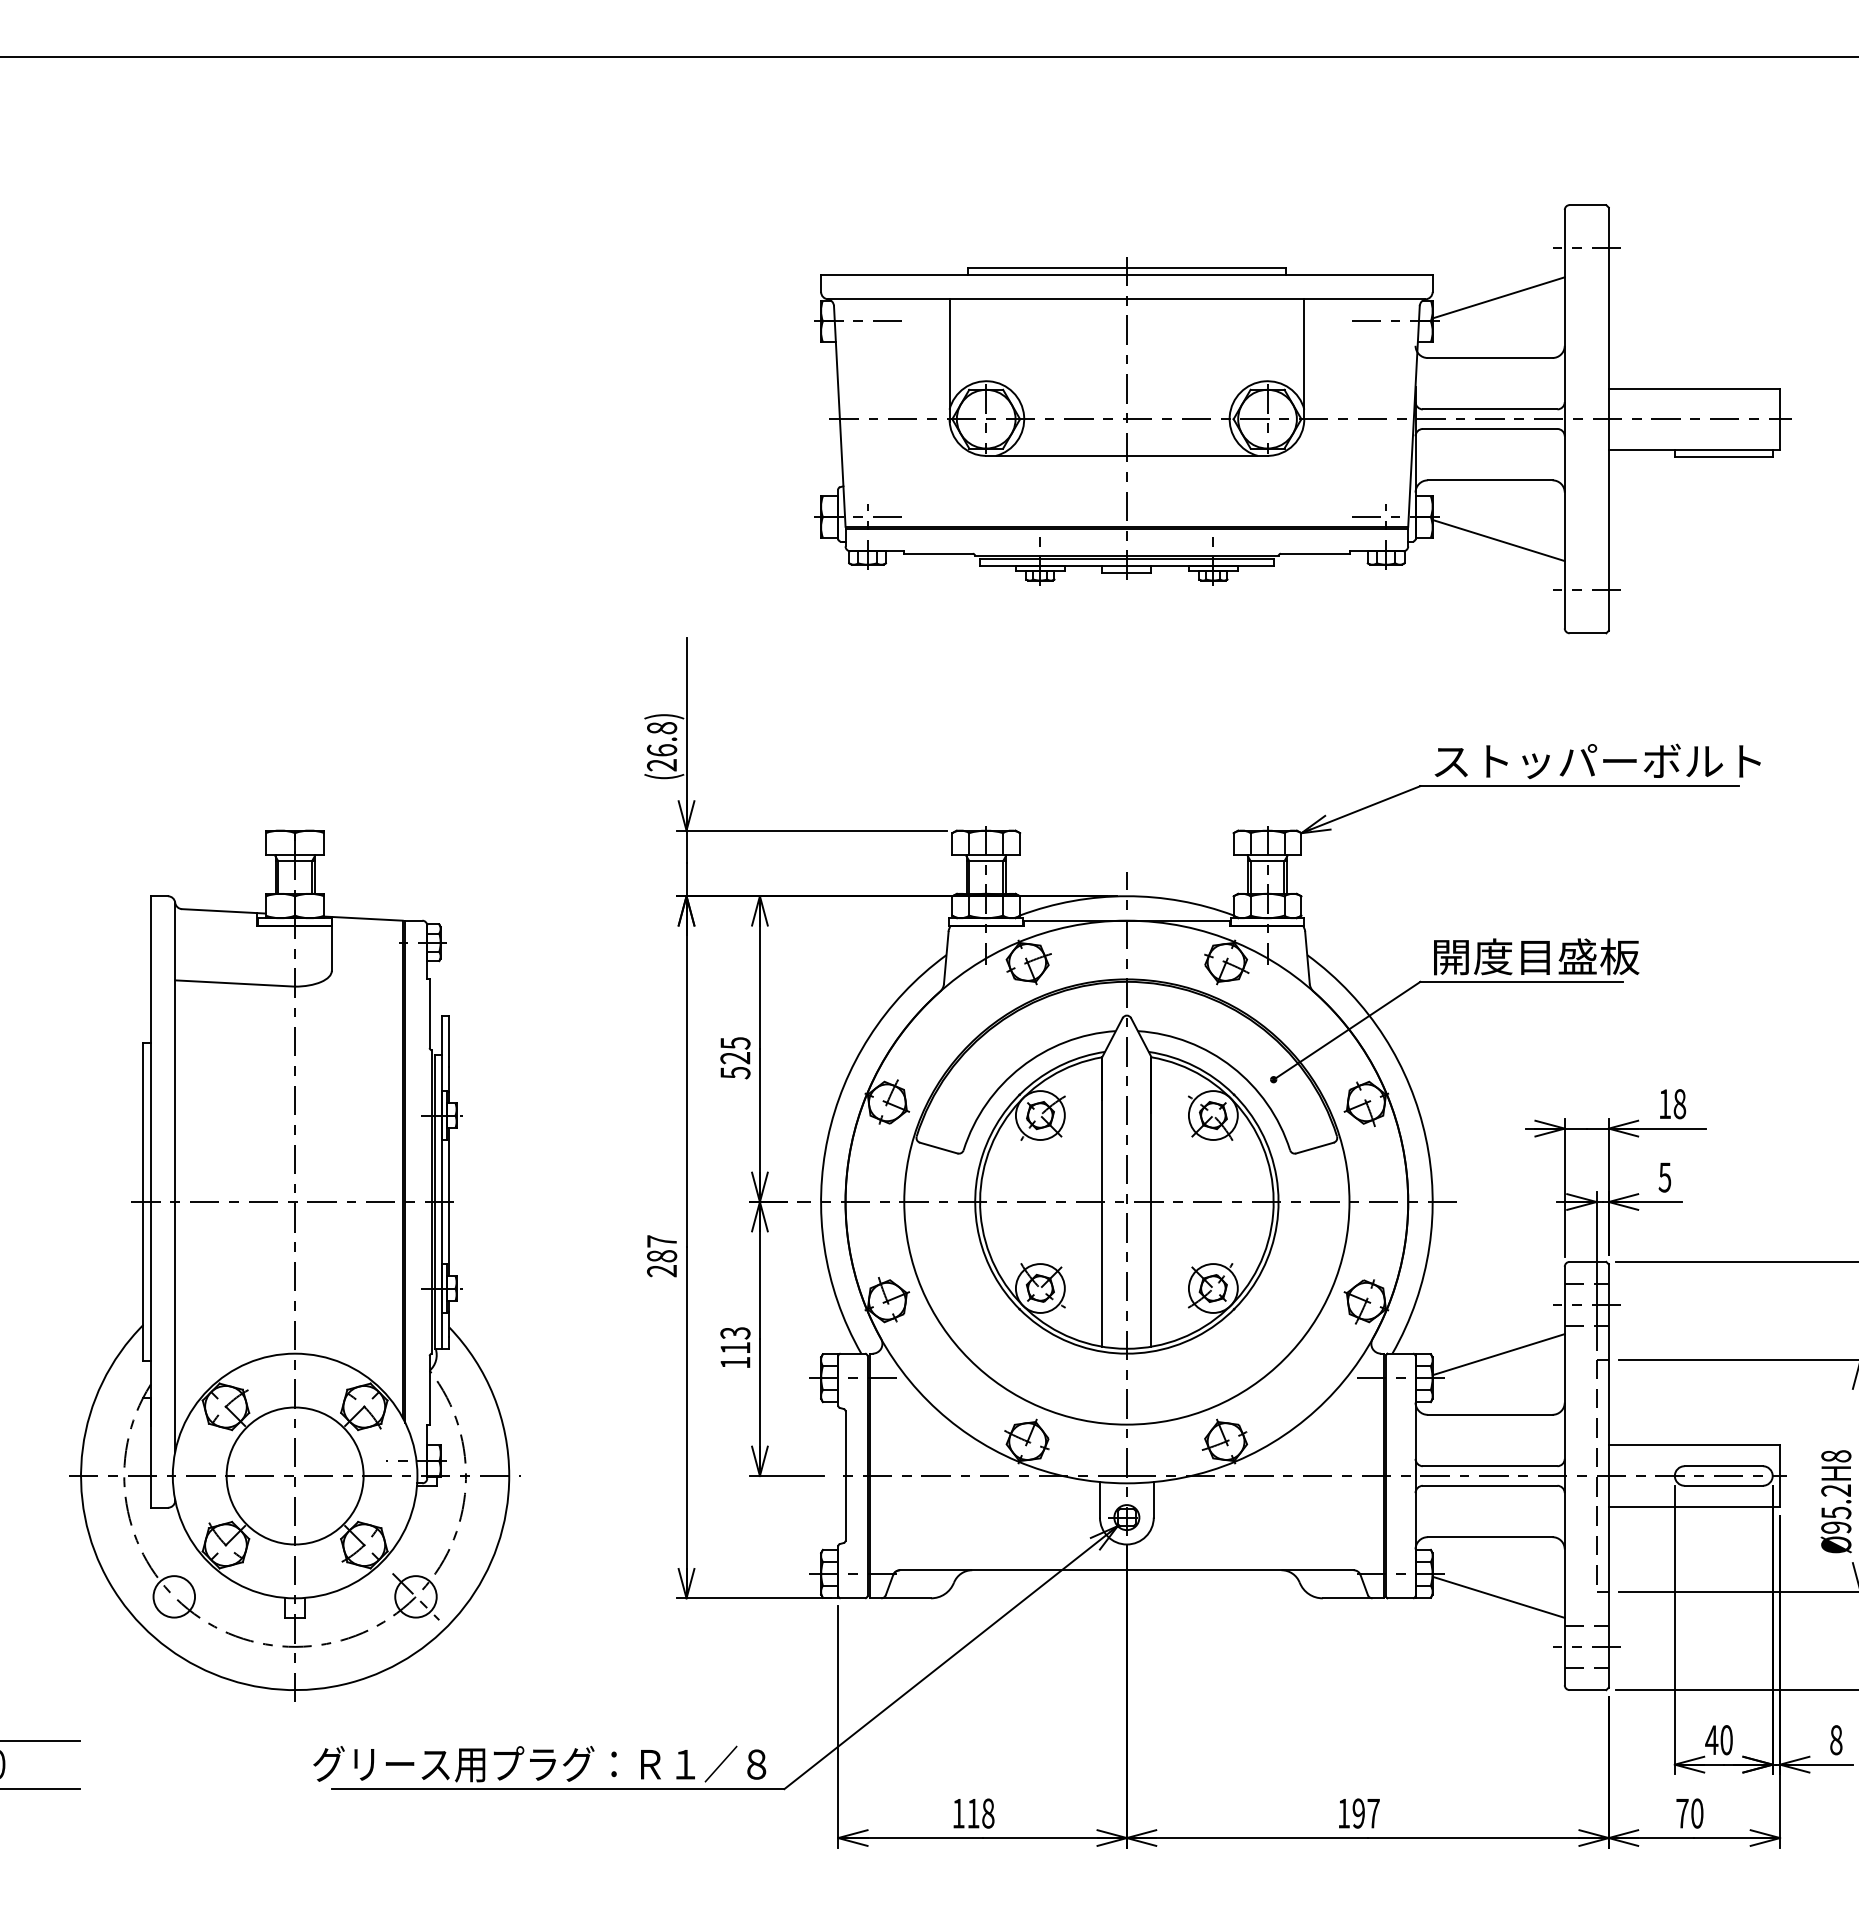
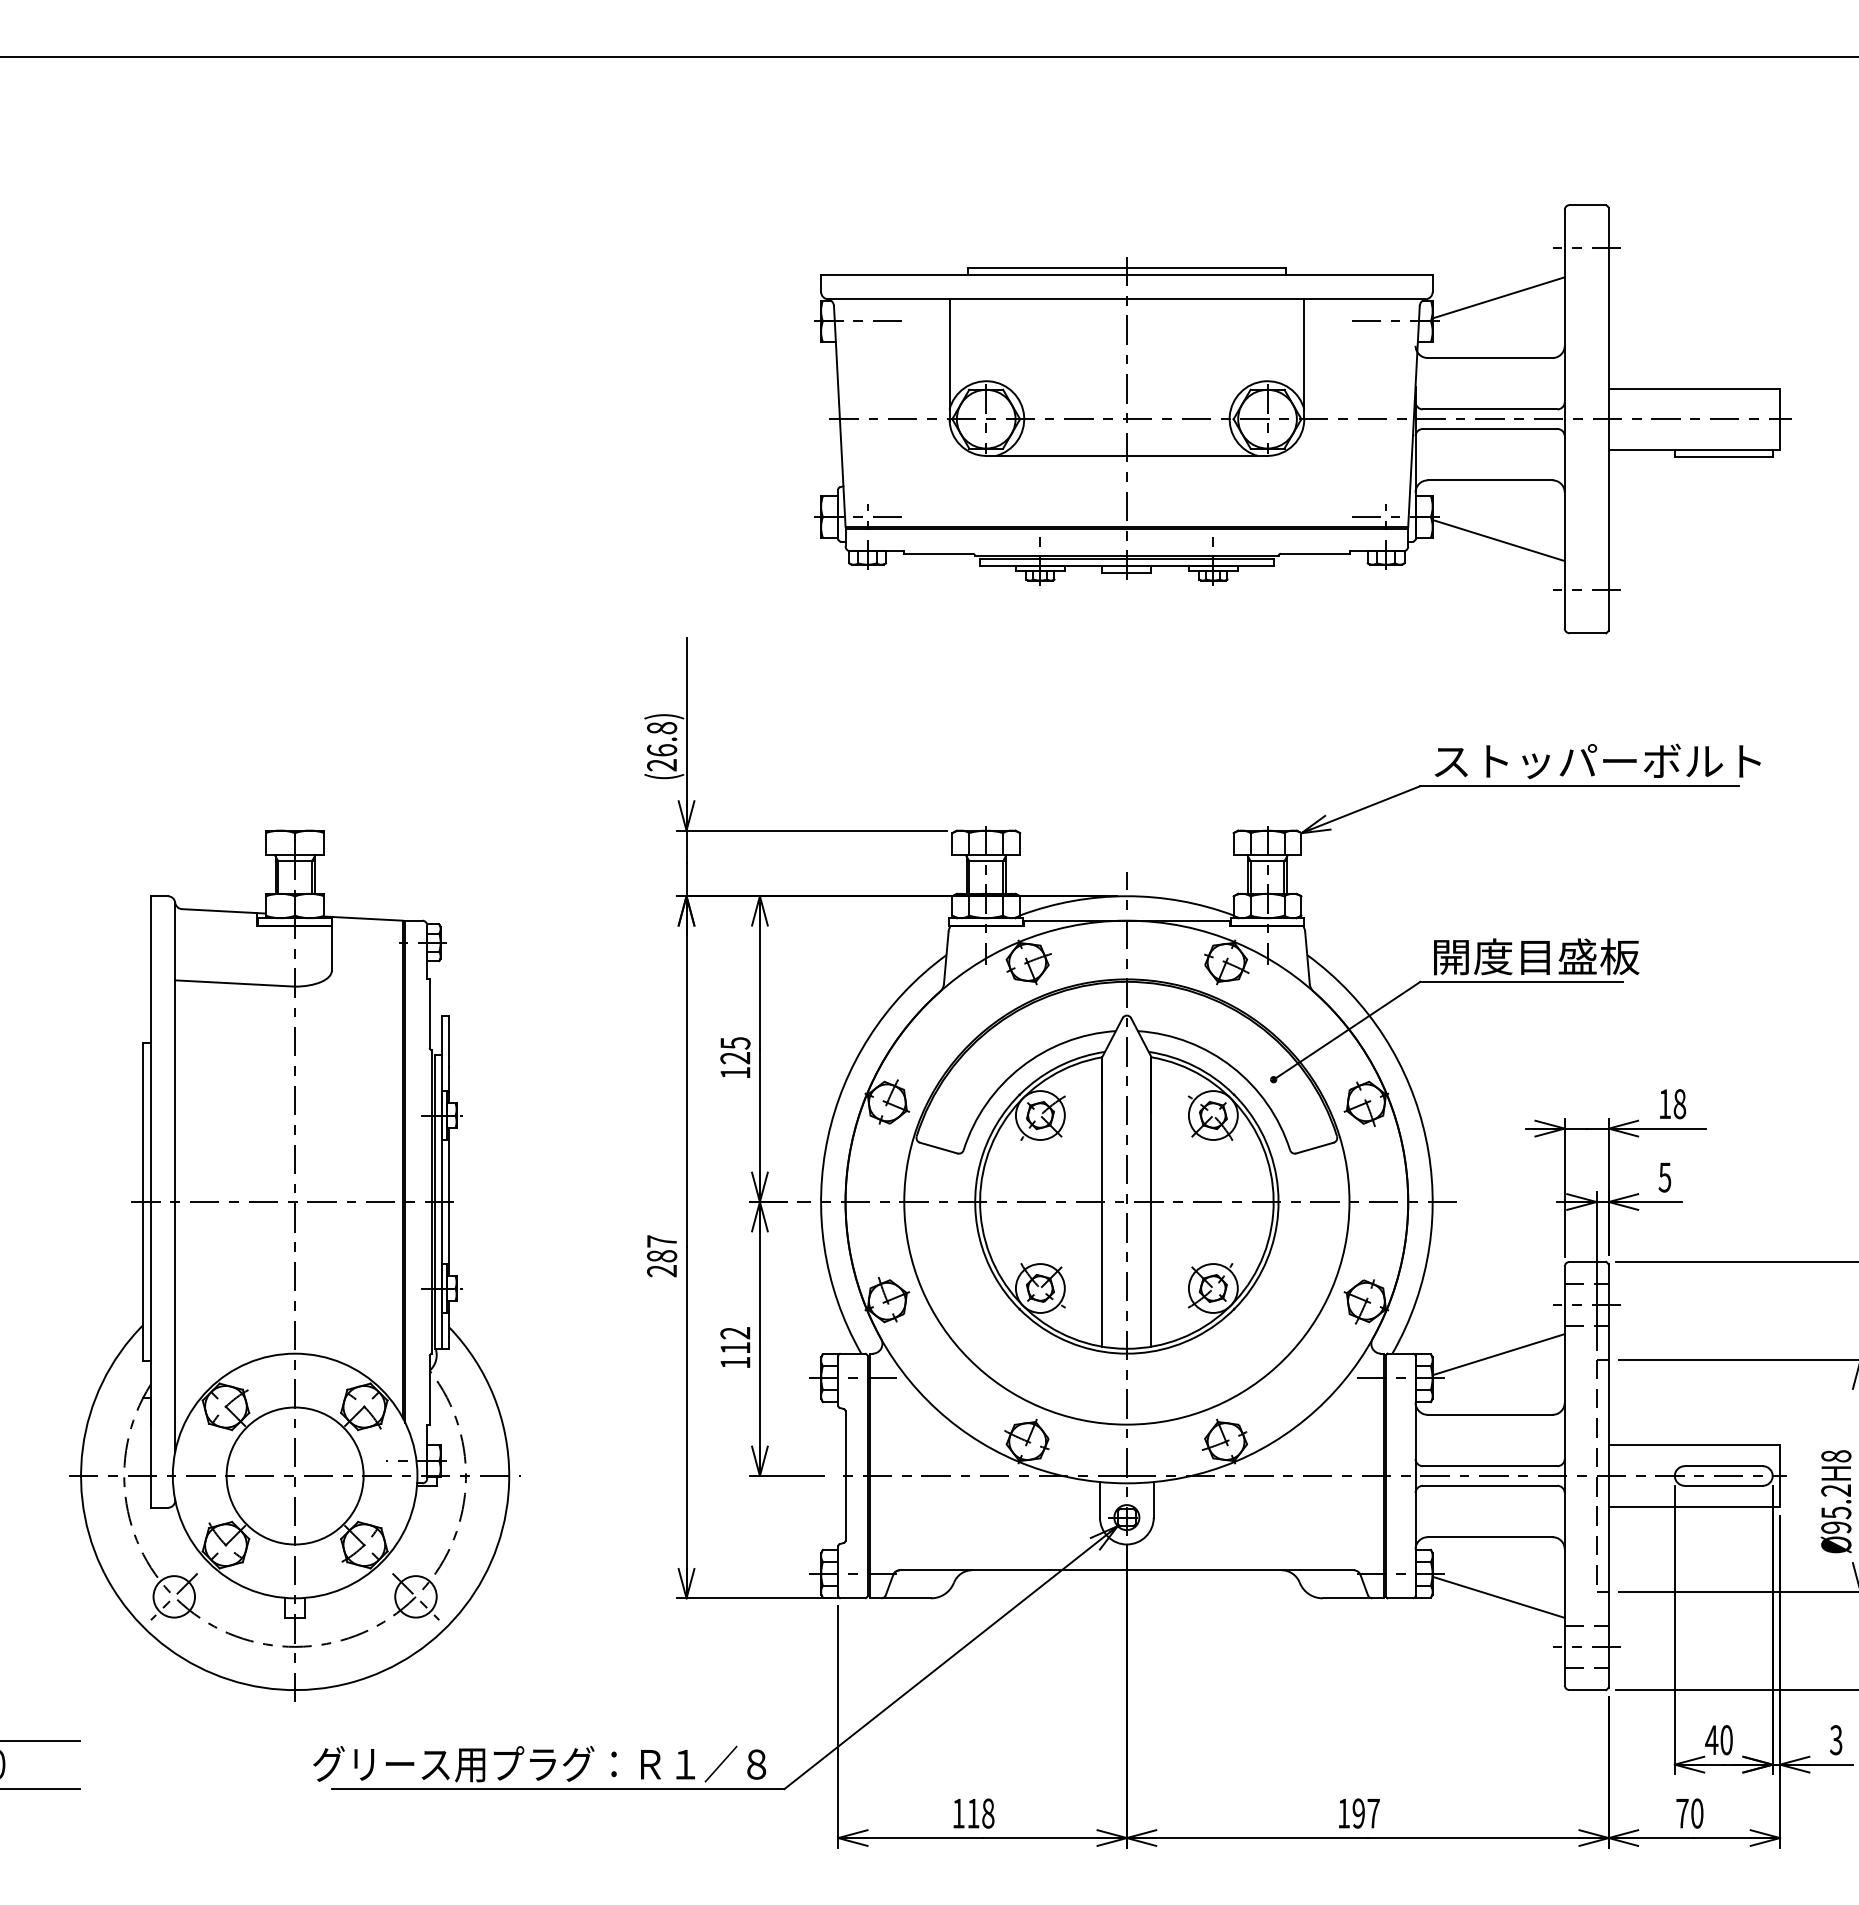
text at (735, 1073): 525 -> 125
text at (735, 1333): 113 -> 112
line at (173, 1596): none -> present
text at (1836, 1740): 8 -> 3
